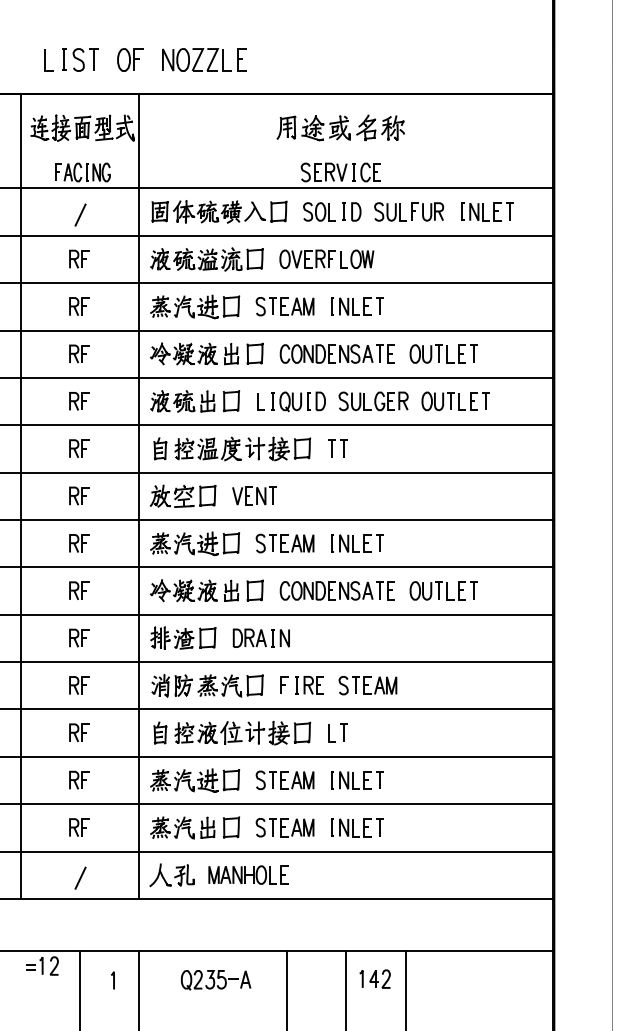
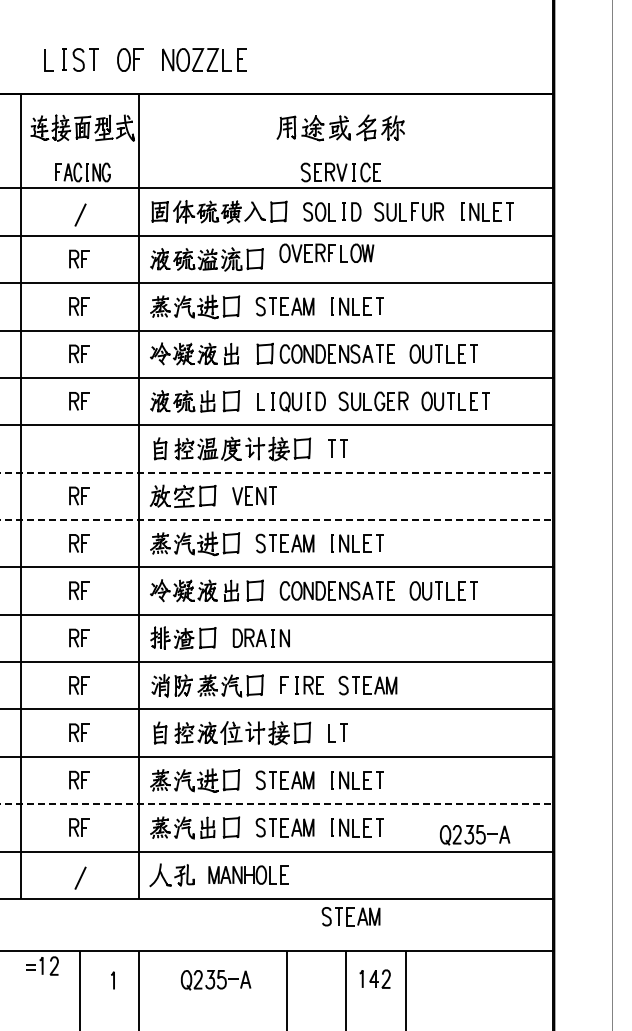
part at (326, 258) position: (326, 258) -> (326, 252)
curve at (248, 353) position: (248, 353) -> (258, 353)
part at (79, 448): present -> none
line at (277, 472): solid -> dashed
line at (277, 520): solid -> dashed
line at (277, 804): solid -> dashed
part at (475, 835): none -> present
part at (350, 916): none -> present
